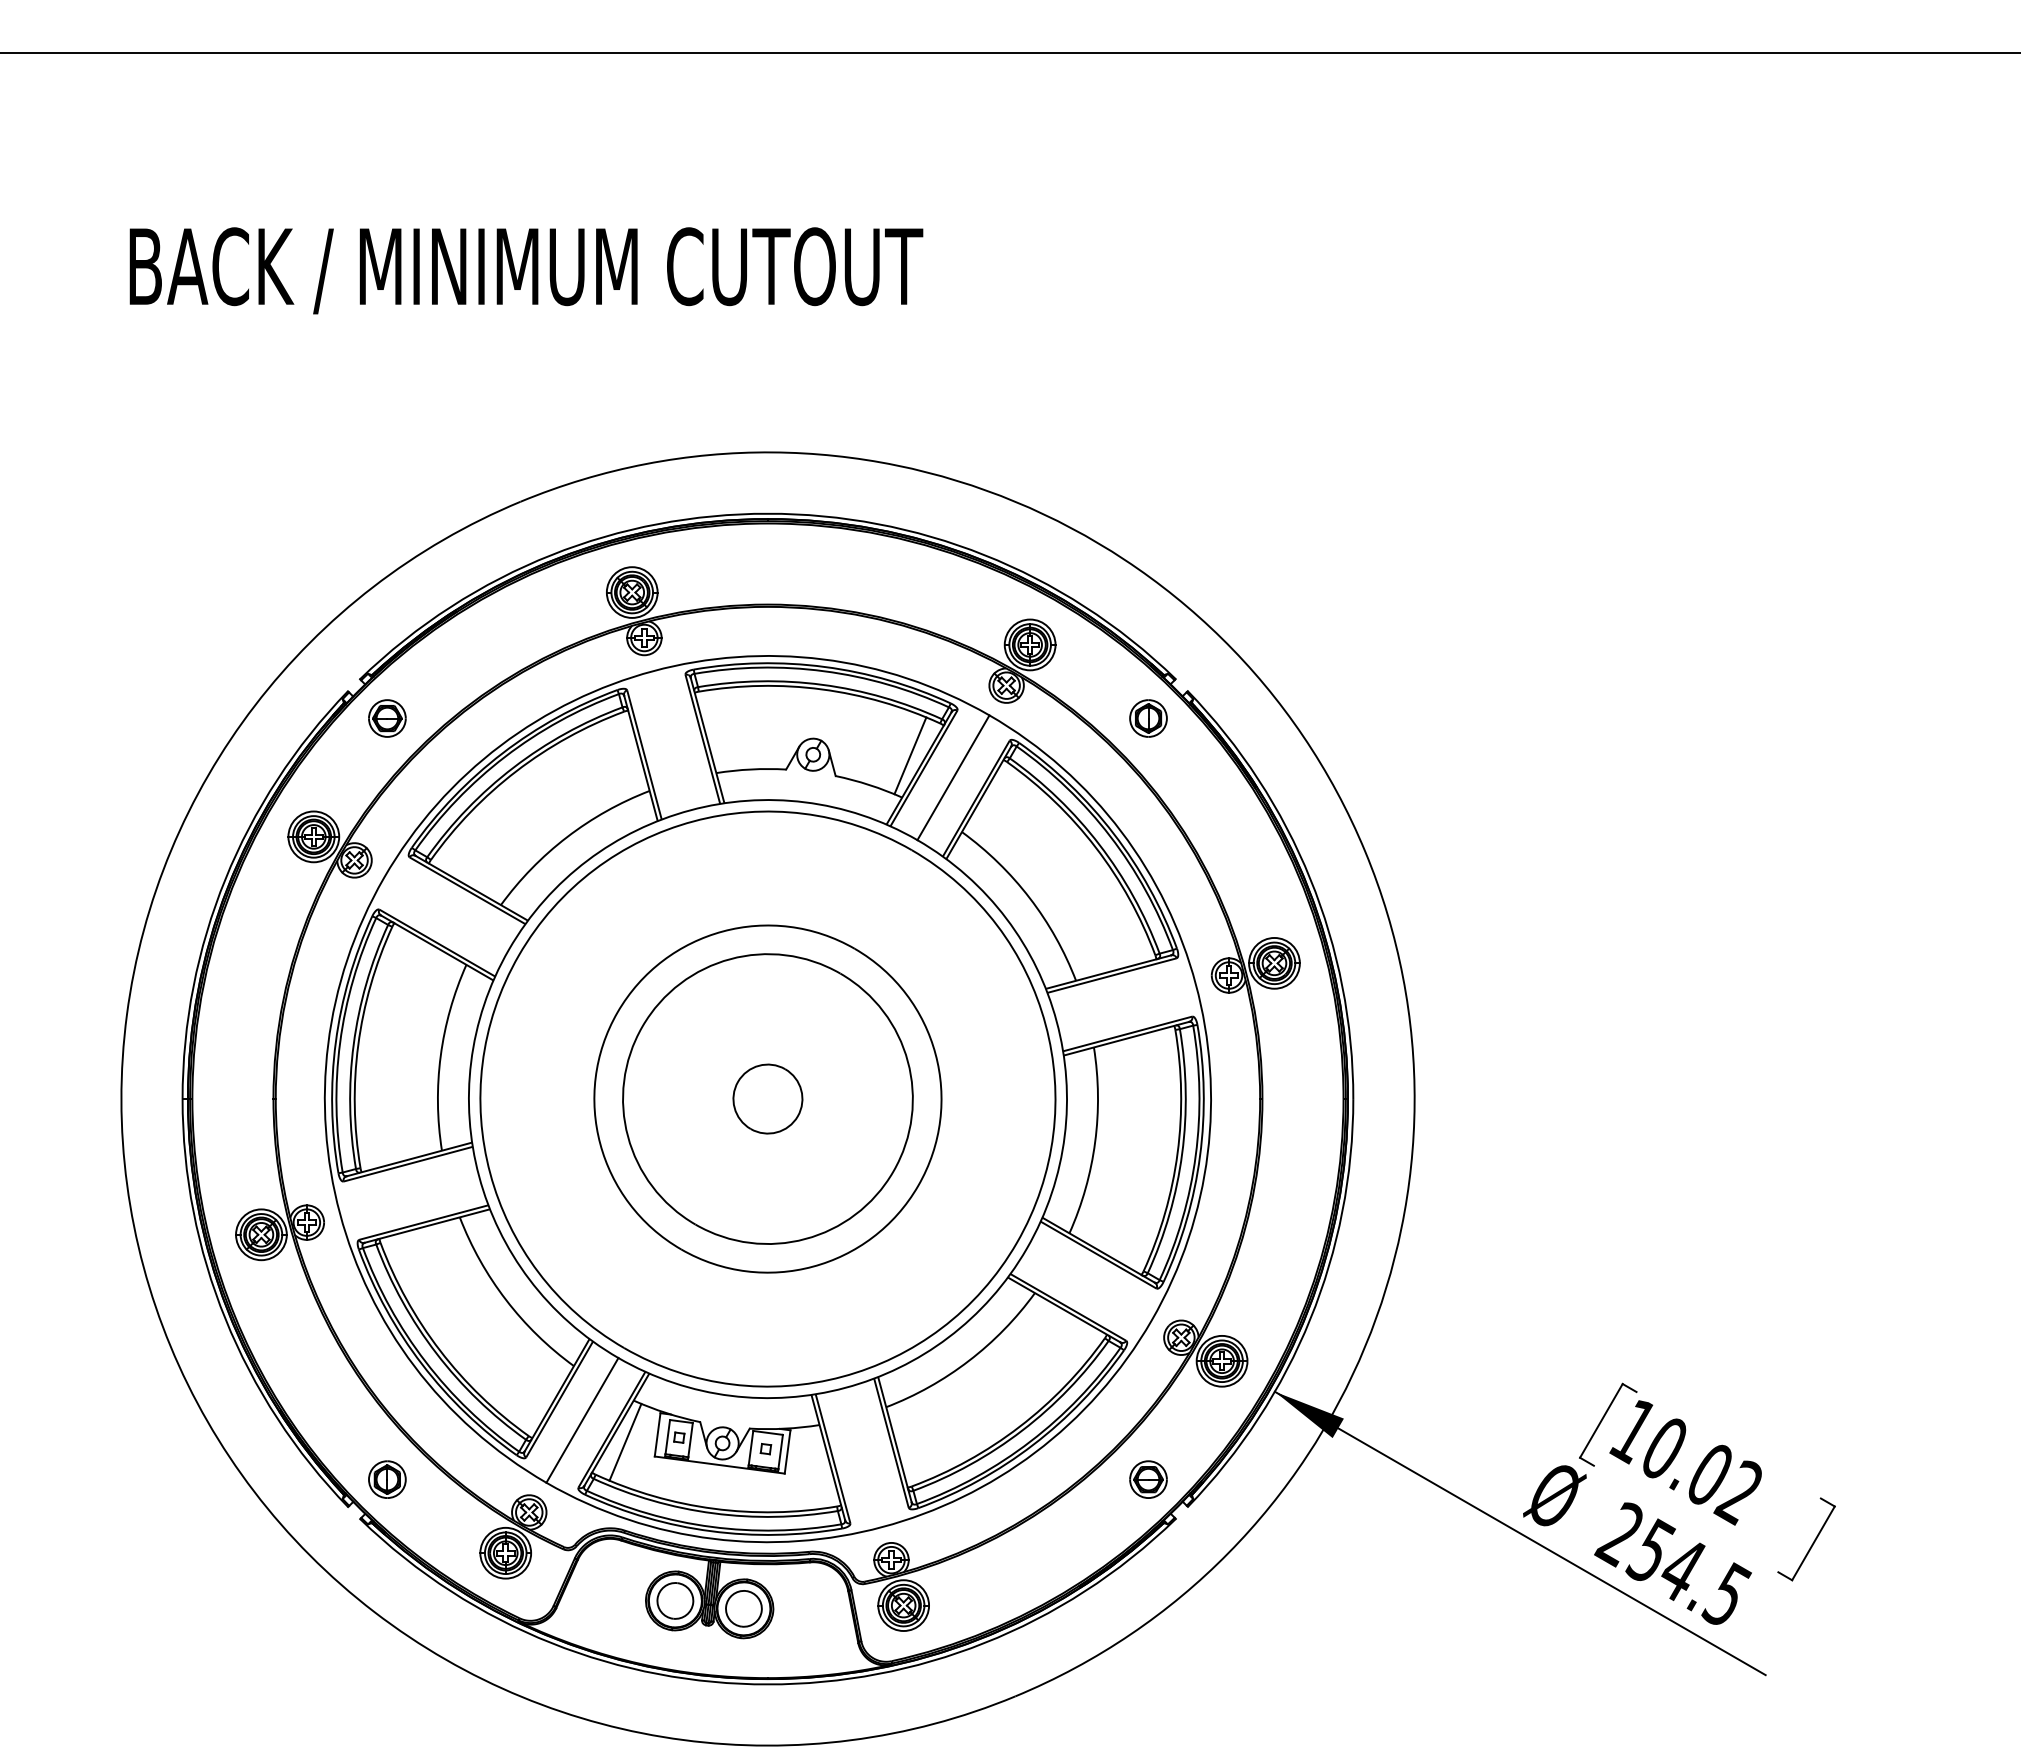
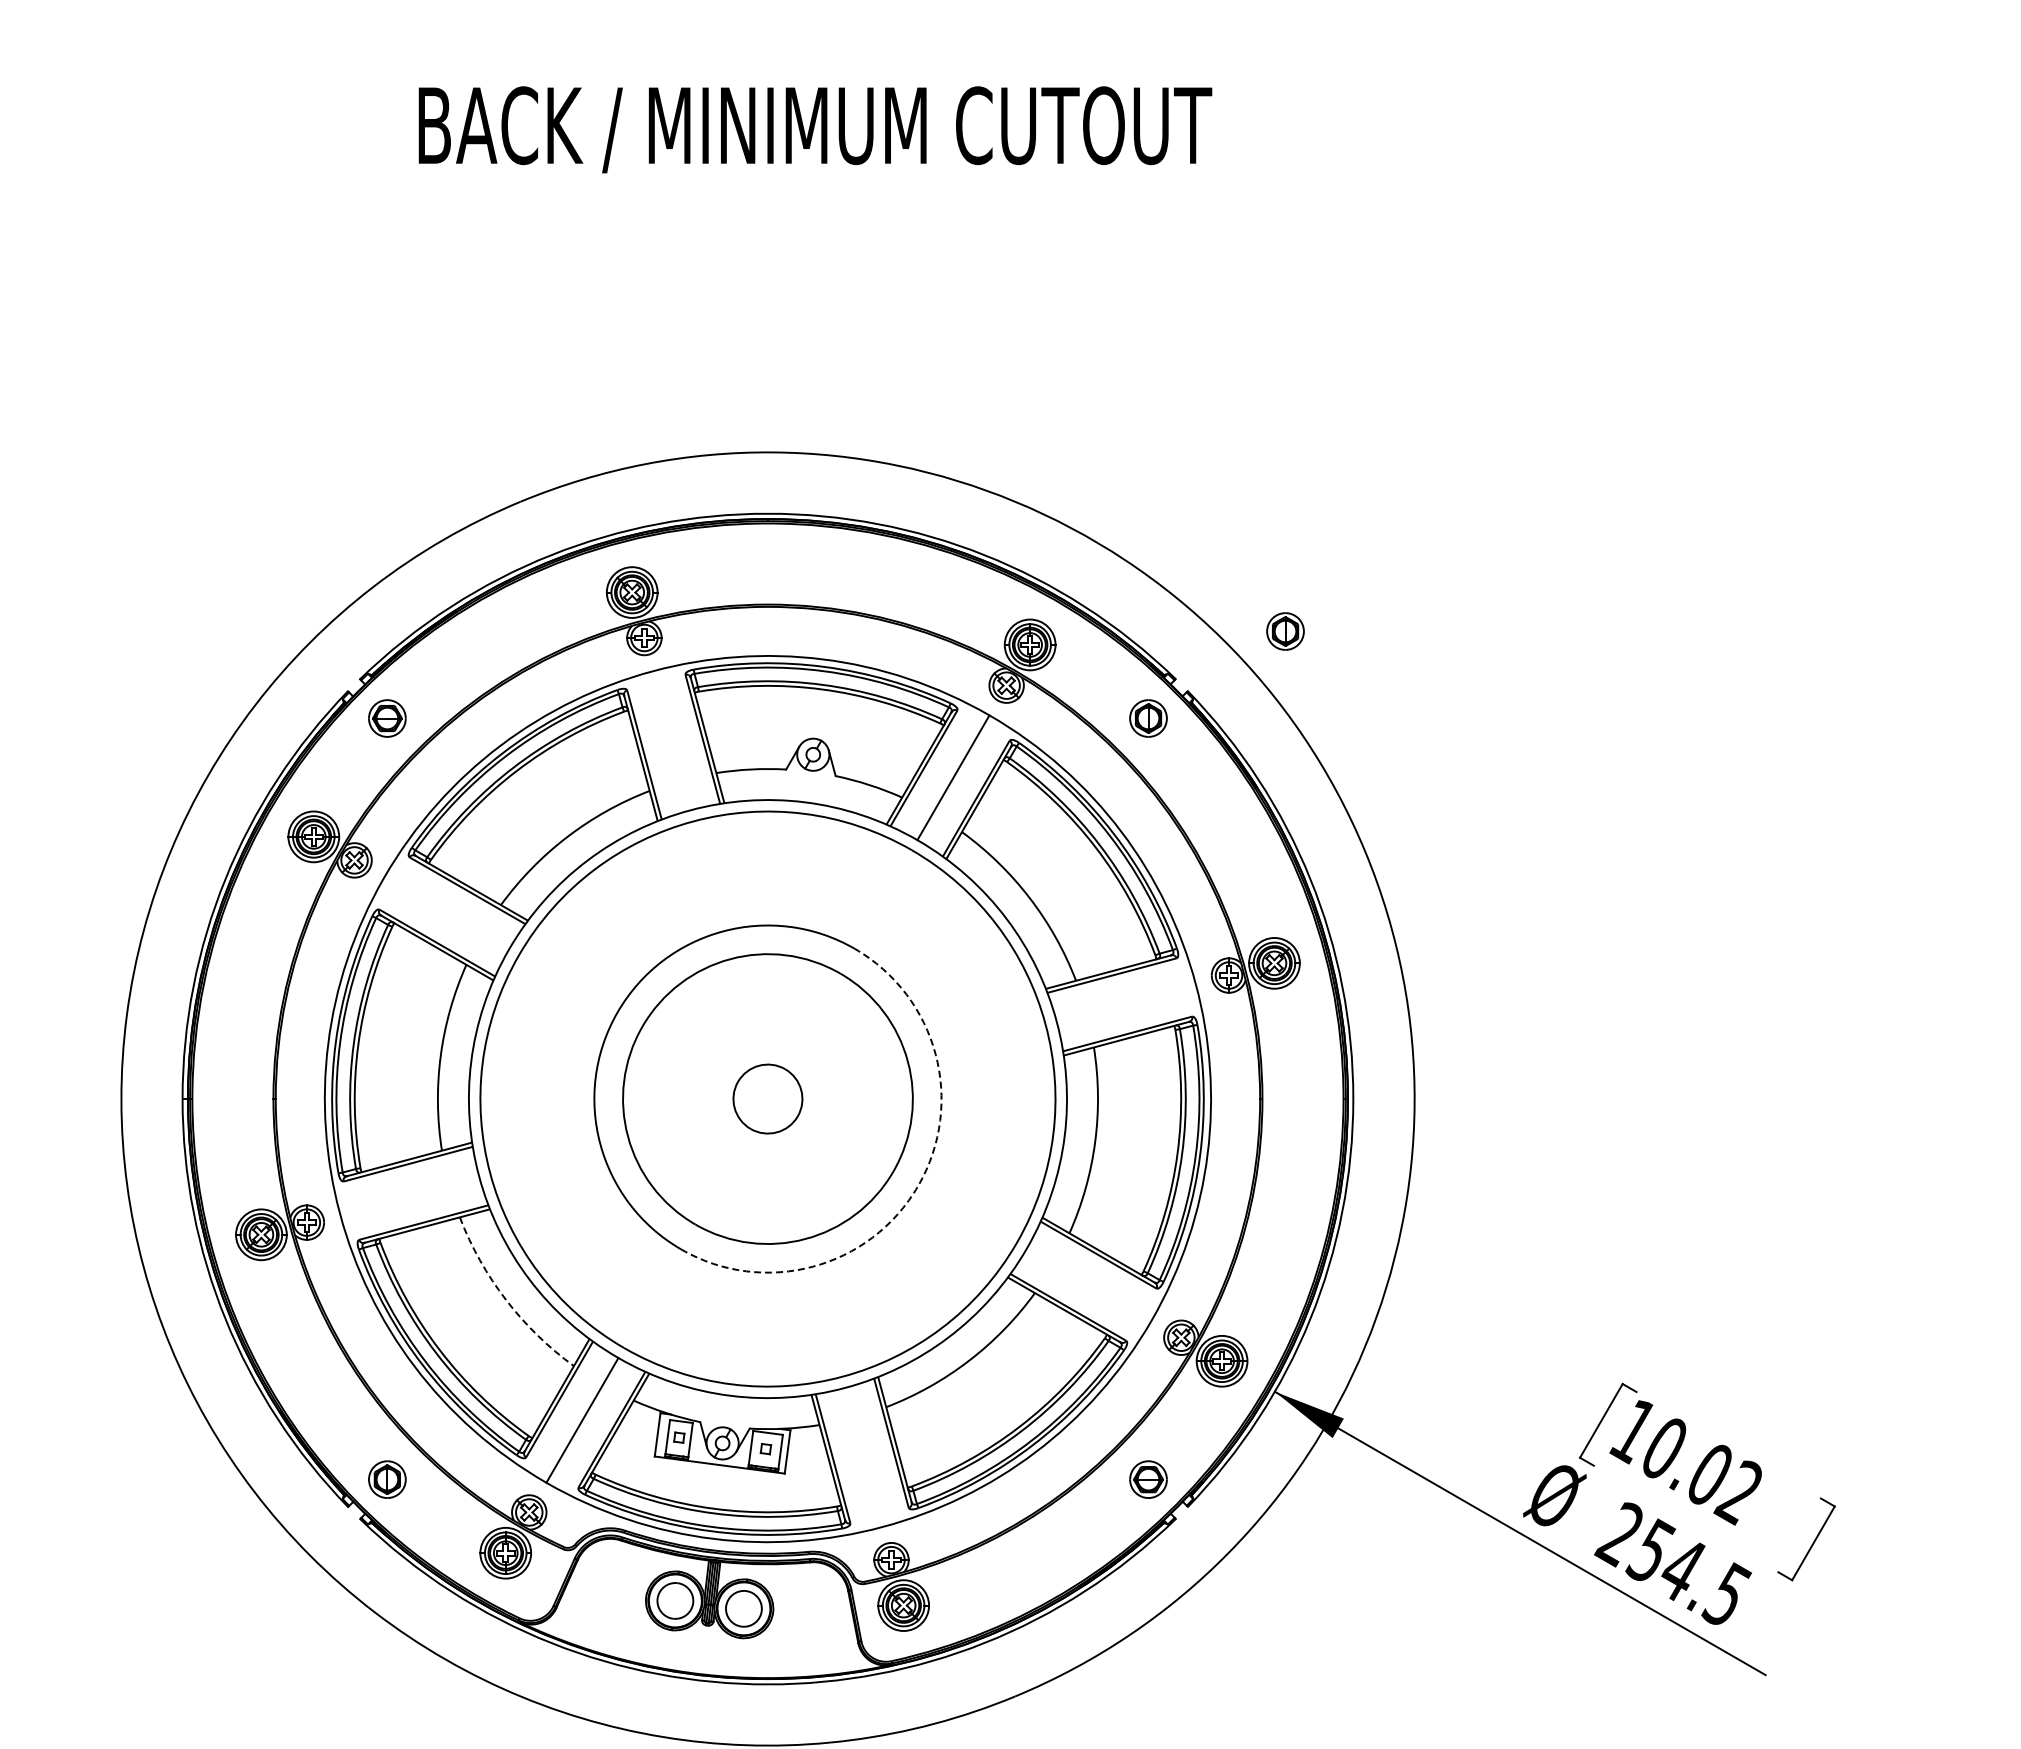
line at (1009, 52): present -> none
text at (526, 270) position: (526, 270) -> (815, 129)
part at (1285, 631): none -> present
line at (910, 755): present -> none
arc at (918, 1185): solid -> dashed
arc at (506, 1300): solid -> dashed
line at (625, 1441): present -> none
